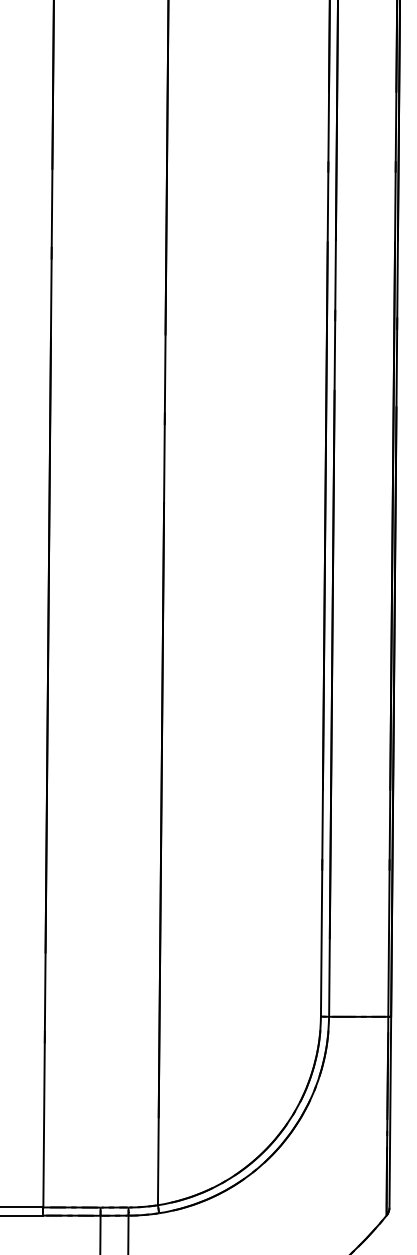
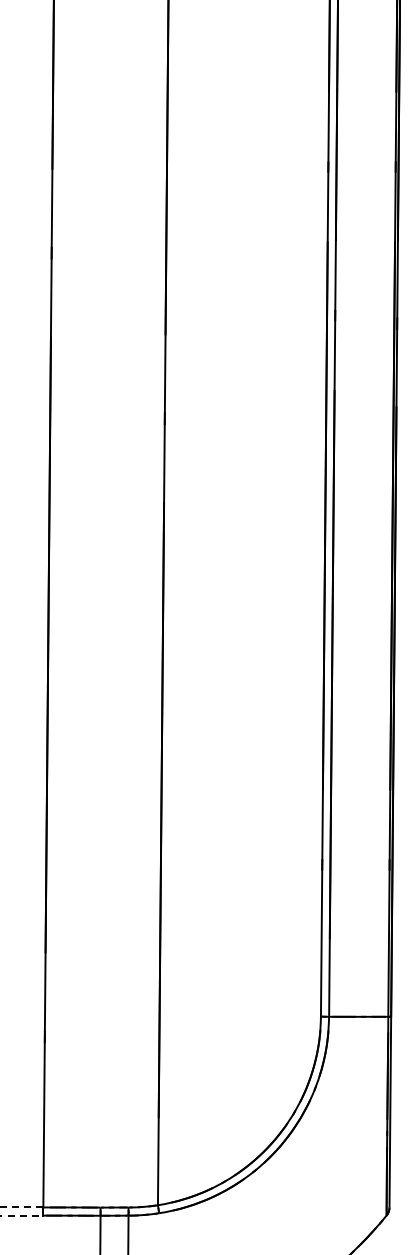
line at (21, 1207): solid -> dashed
line at (22, 1215): solid -> dashed
